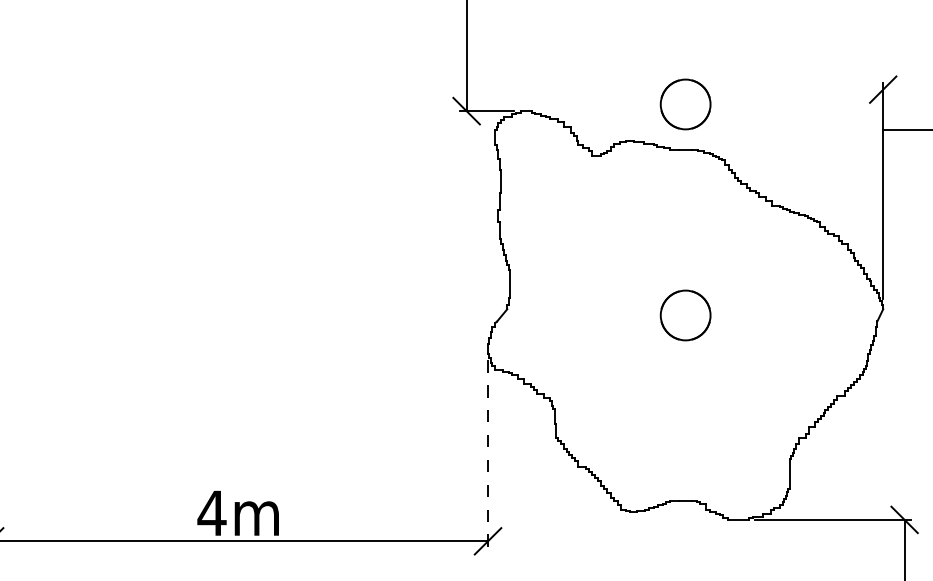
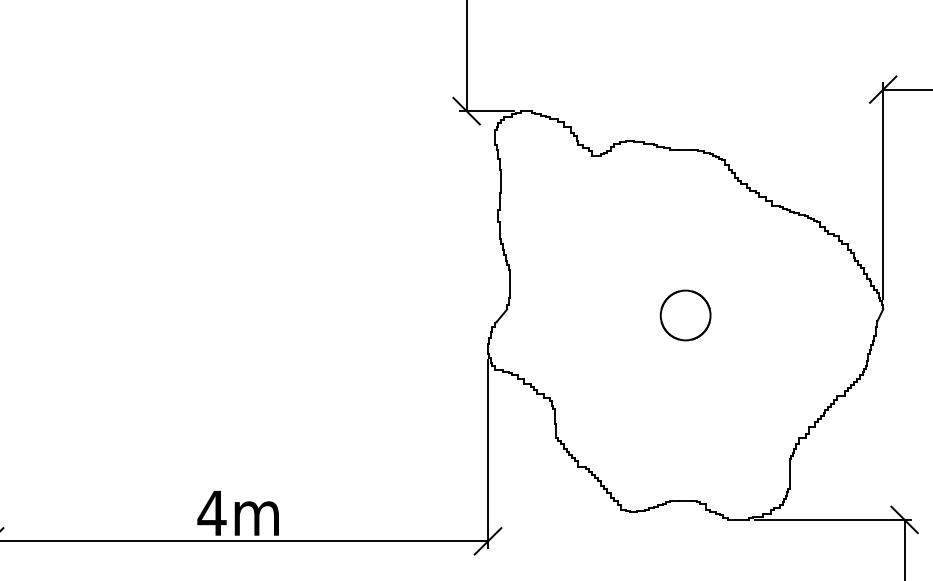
part at (685, 104): present -> none
line at (906, 129) position: (906, 129) -> (906, 89)
line at (488, 453): dashed -> solid
